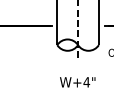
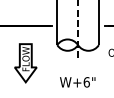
part at (25, 63): none -> present
text at (86, 82): W+4" -> W+6"
